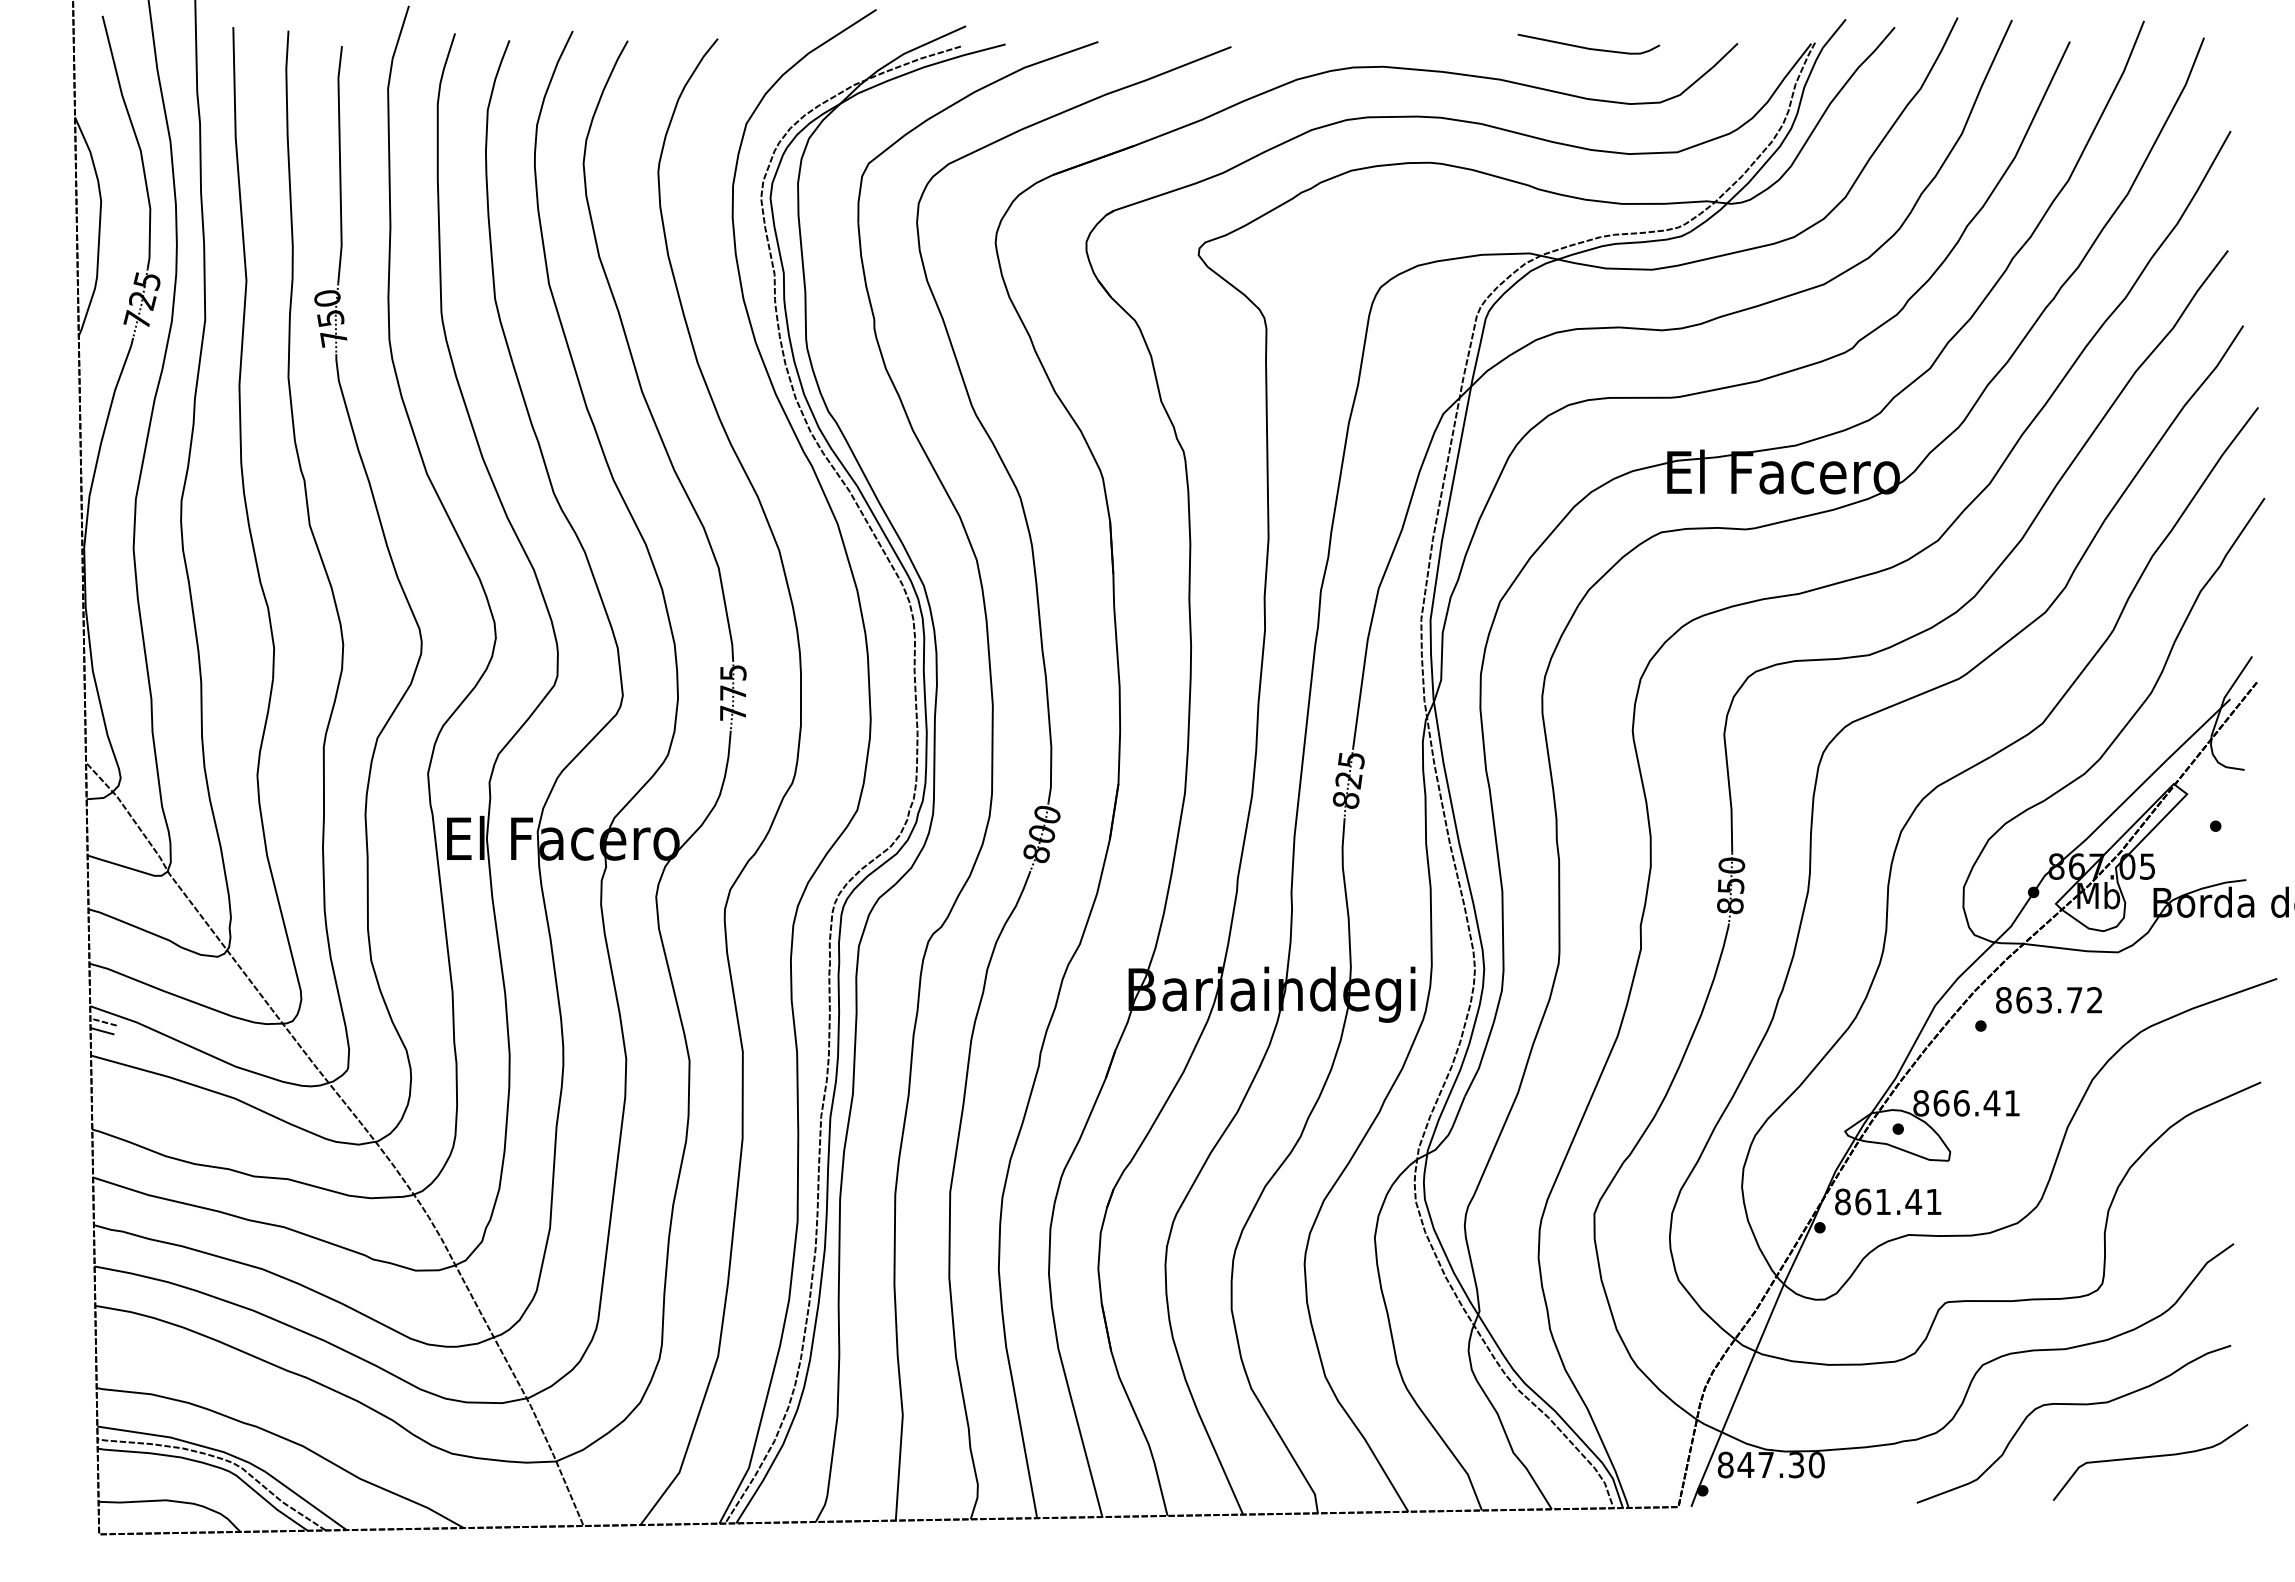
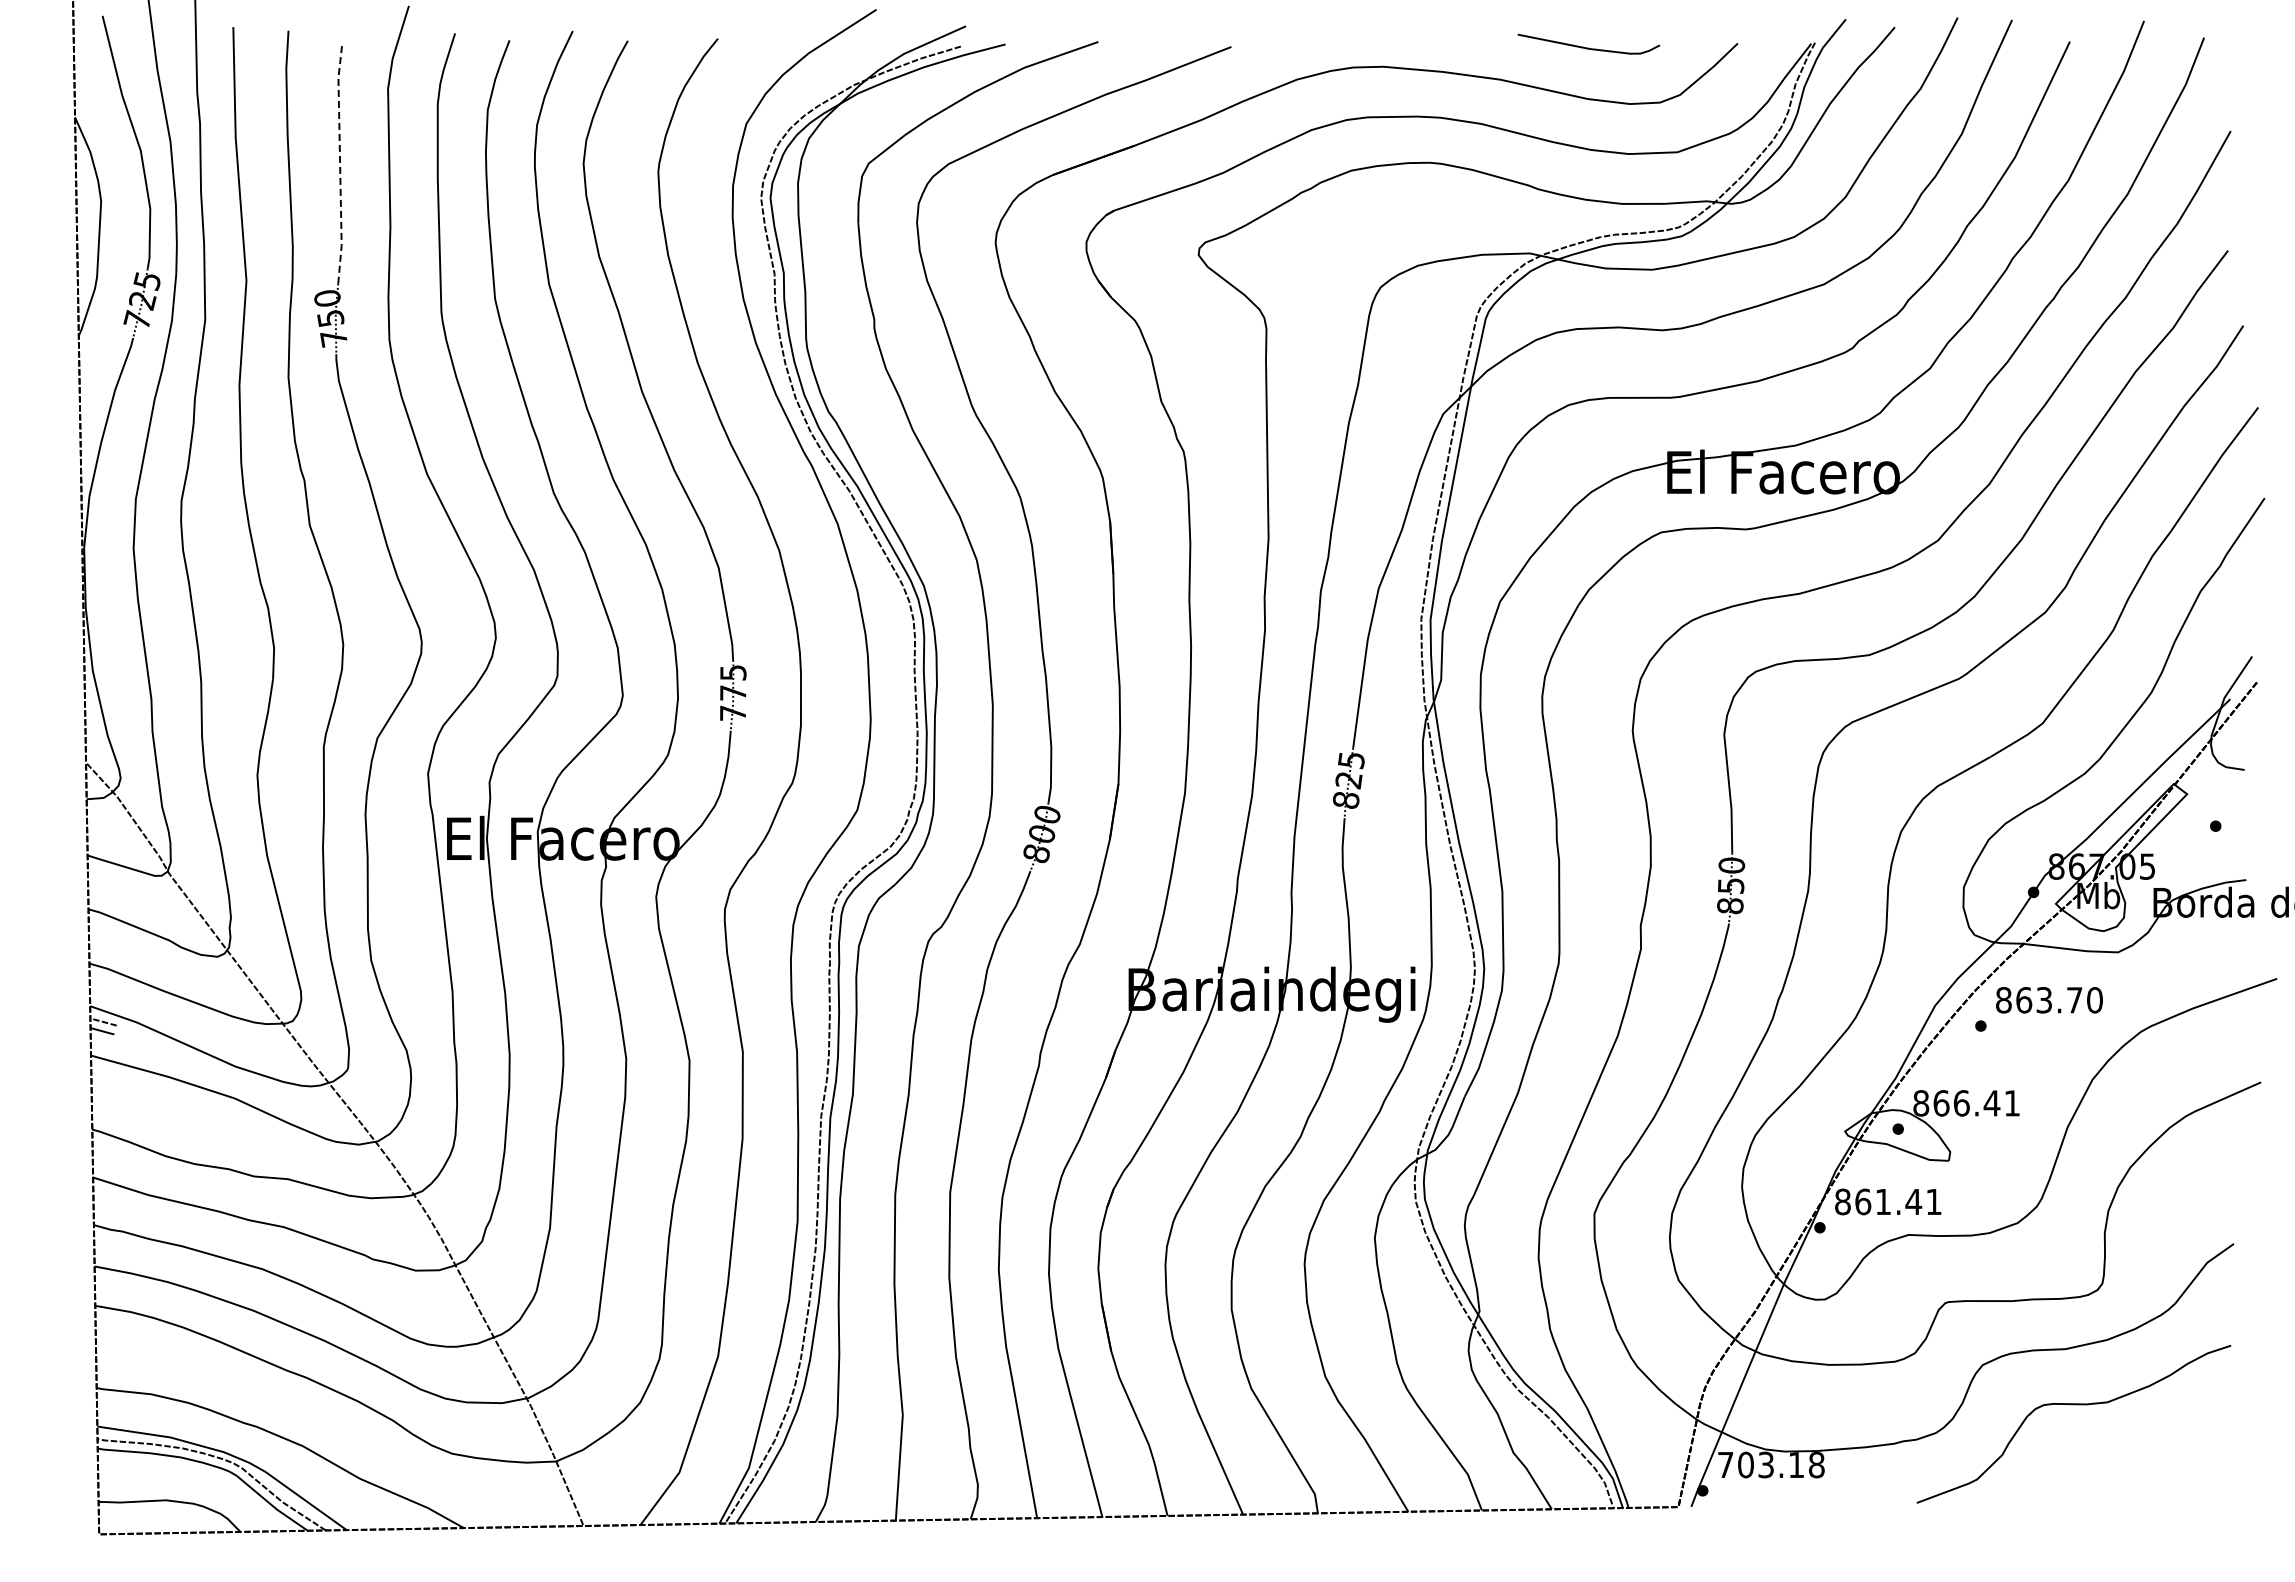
line at (340, 164): solid -> dashed
text at (2094, 1000): 863.72 -> 863.70
curve at (2150, 1457): present -> none
text at (1770, 1464): 847.30 -> 703.18
